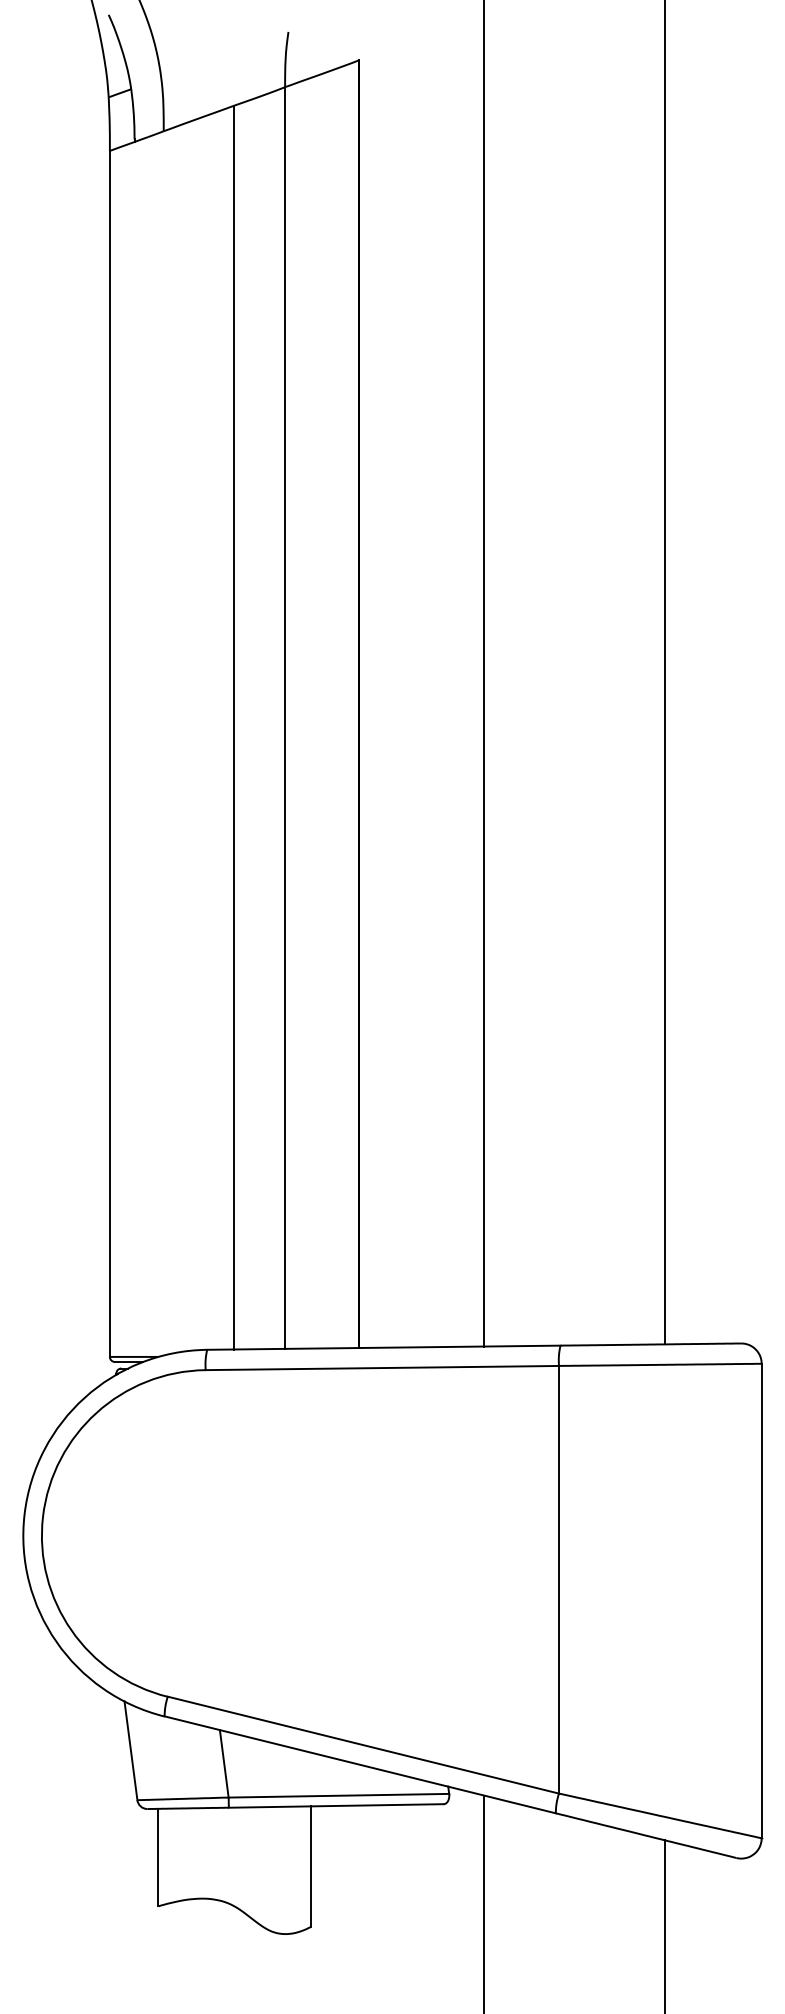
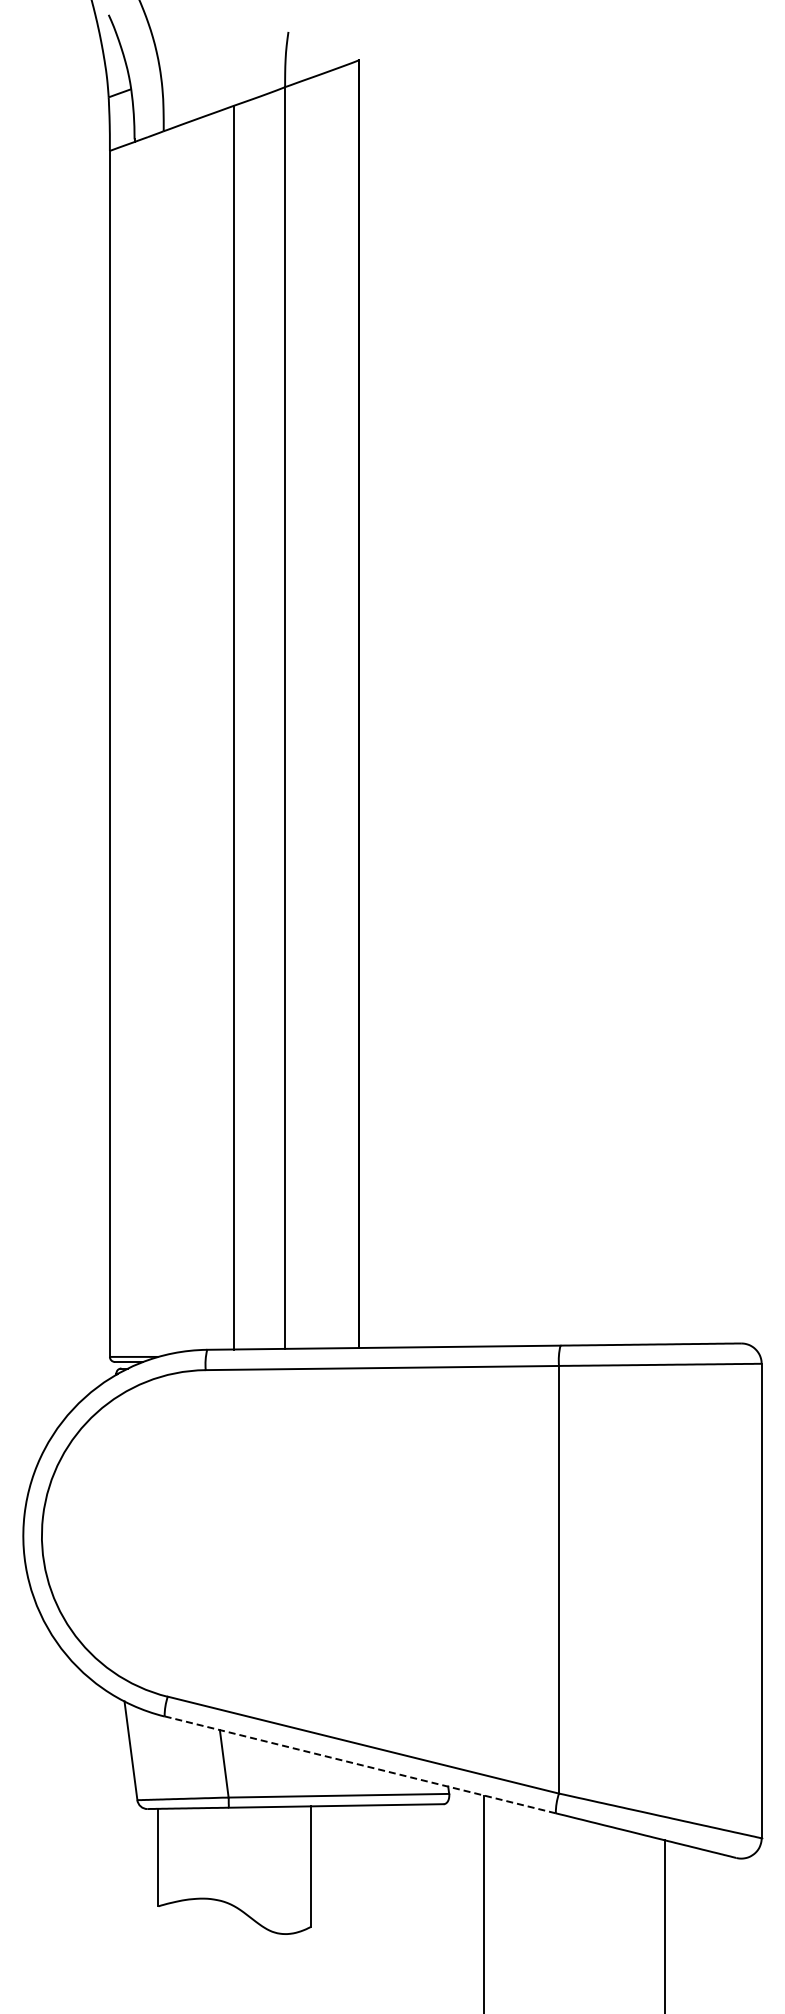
line at (665, 673): present -> none
line at (484, 674): present -> none
line at (359, 1764): solid -> dashed
